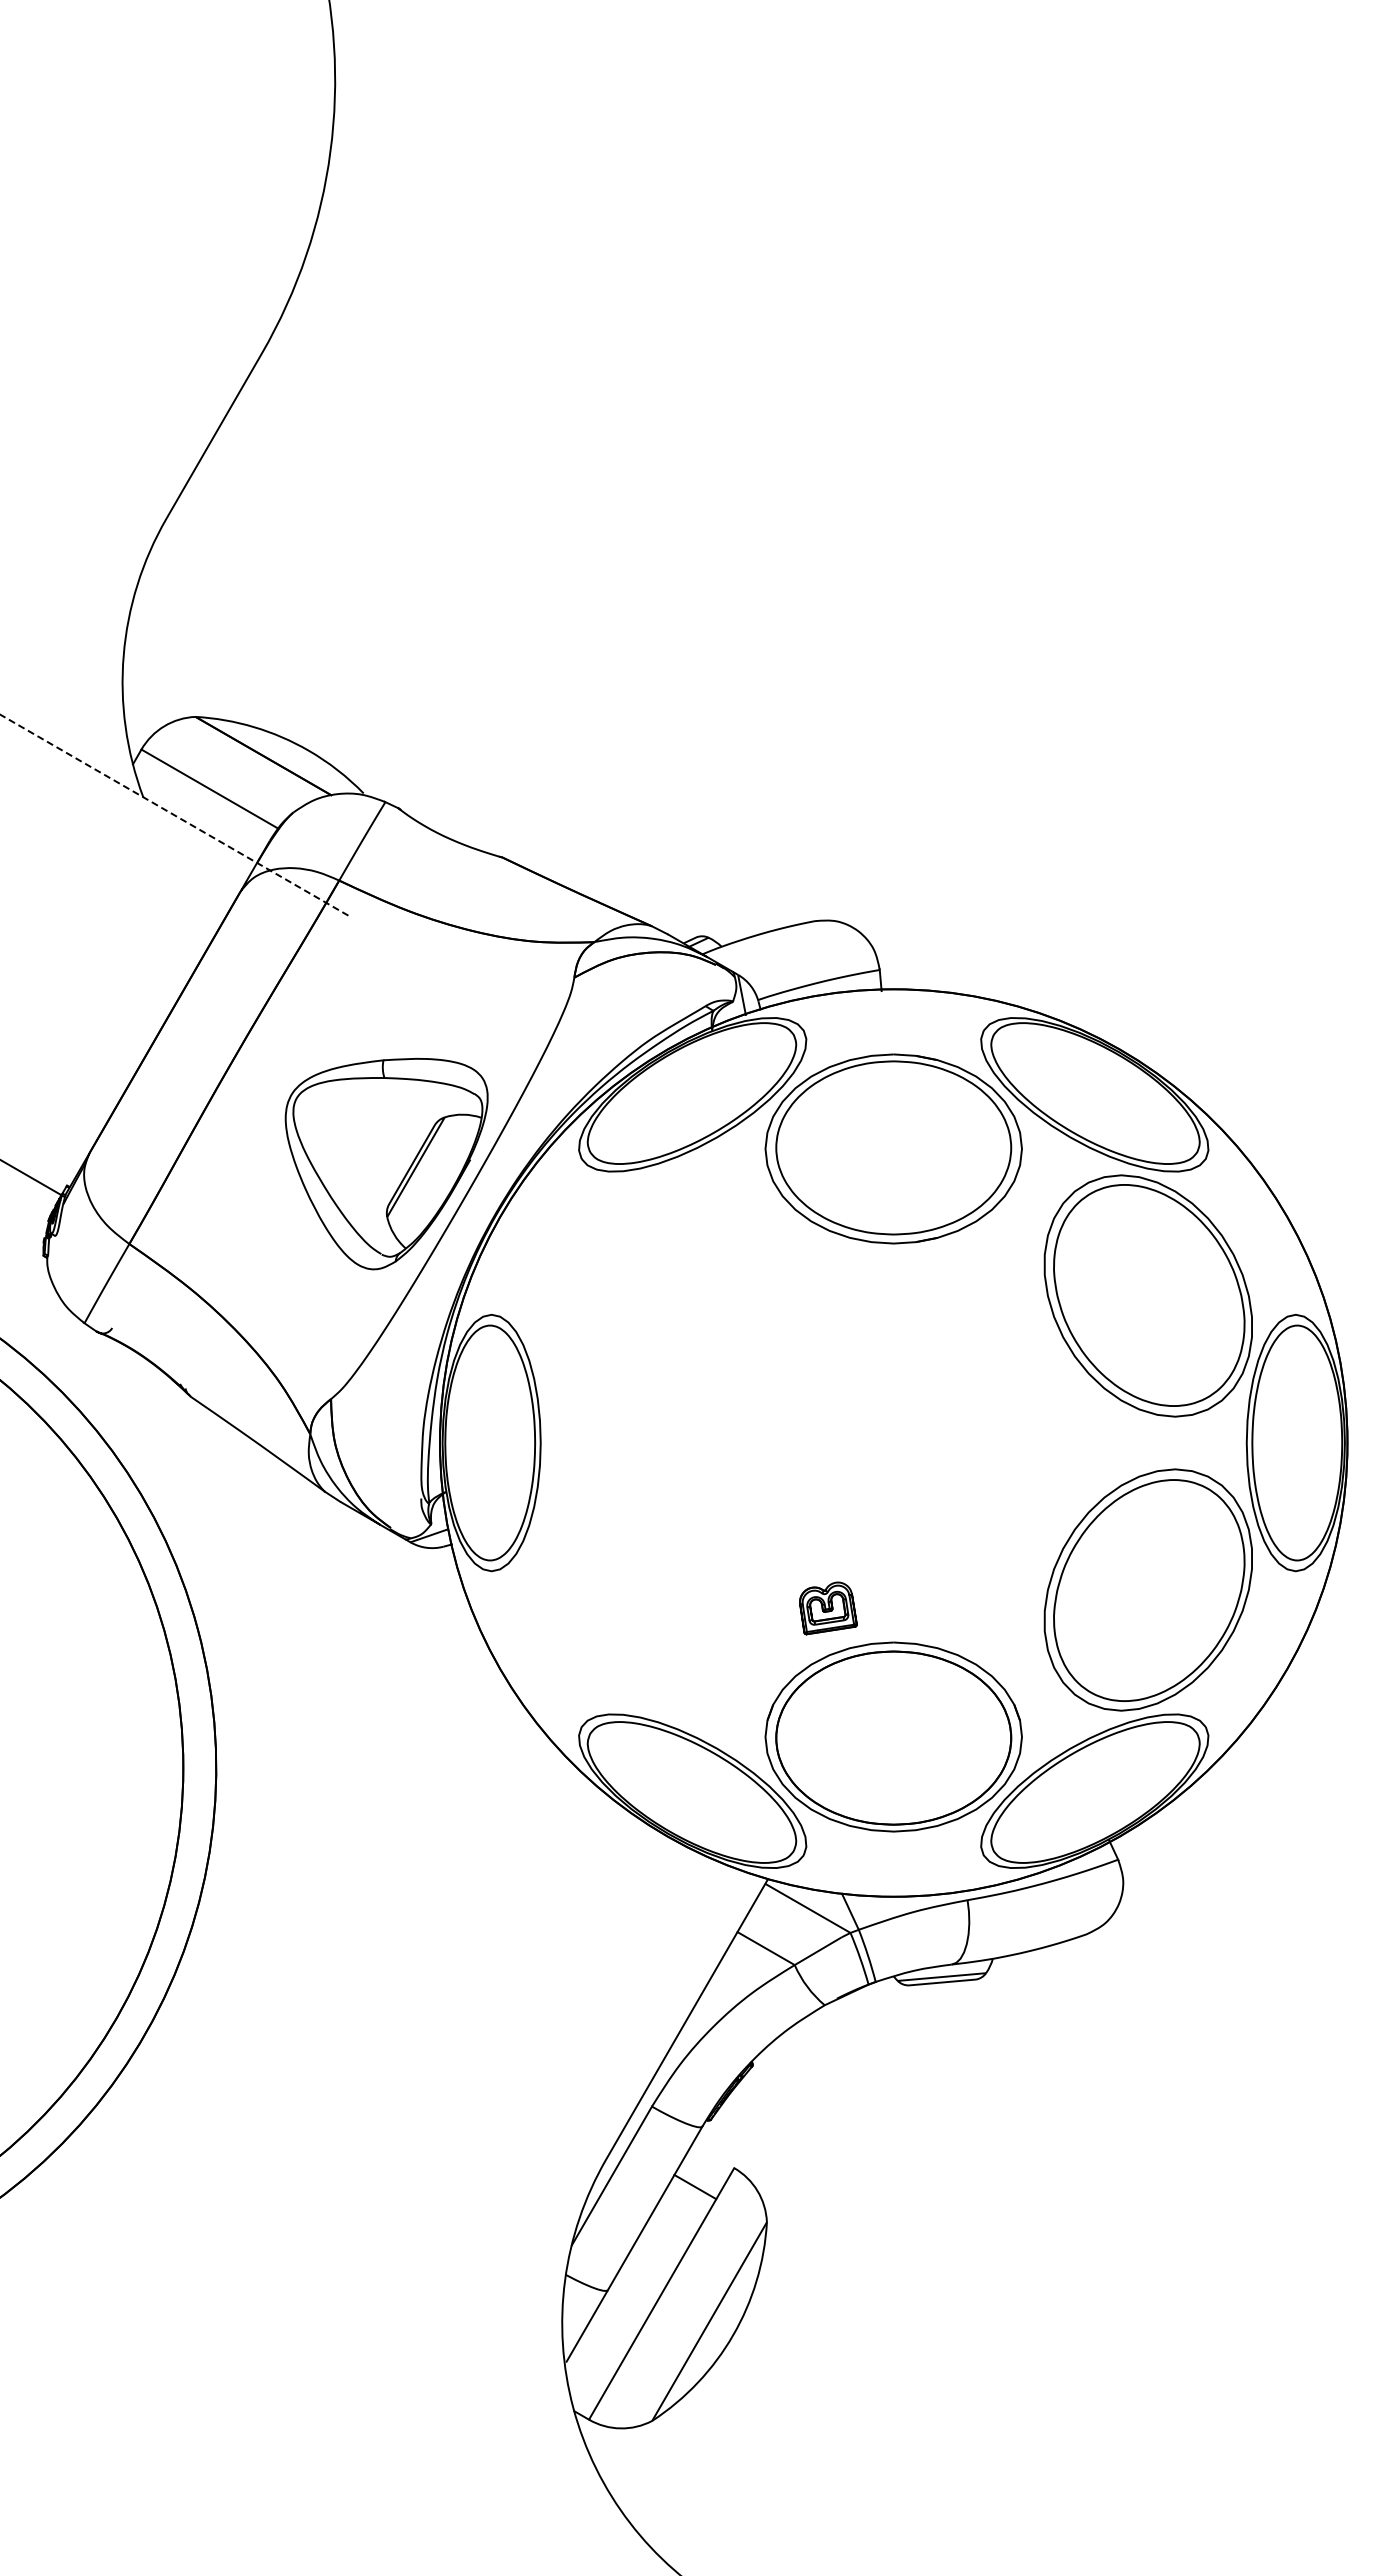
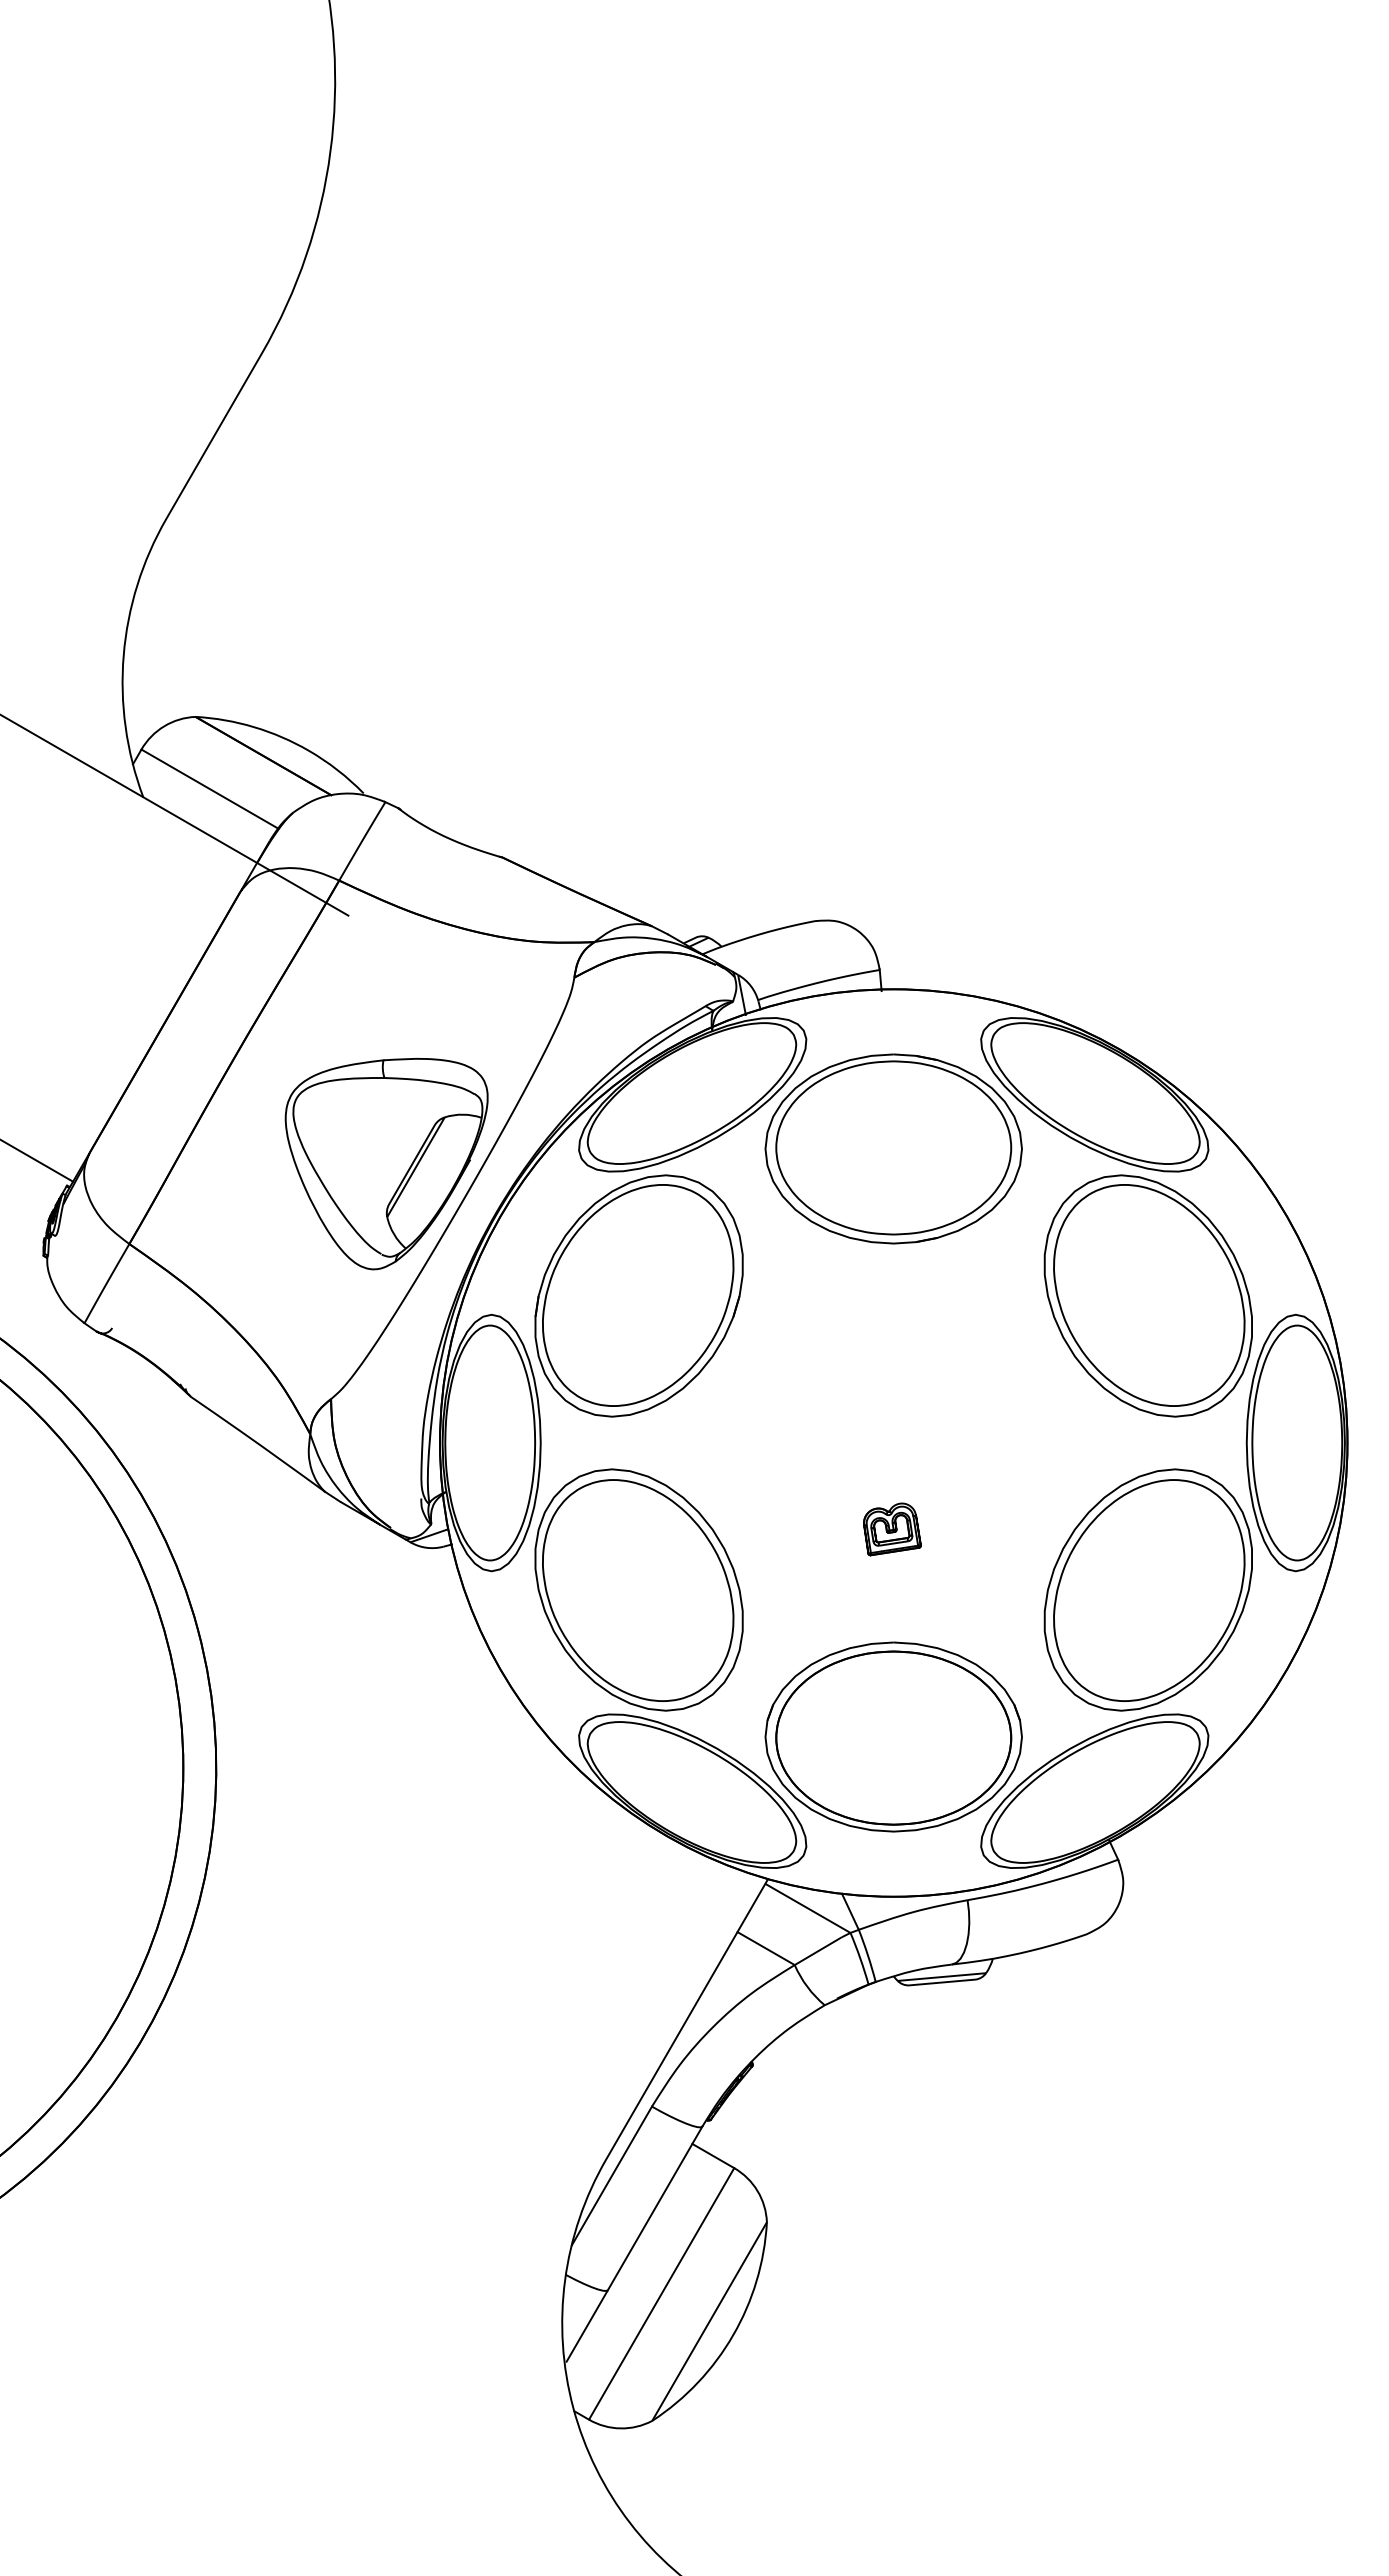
line at (174, 815): dashed -> solid
line at (33, 1178) position: (33, 1178) -> (37, 1160)
part at (638, 1295): none -> present
part at (638, 1589): none -> present
part at (828, 1608) position: (828, 1608) -> (892, 1529)
line at (695, 2186) position: (695, 2186) -> (713, 2155)
